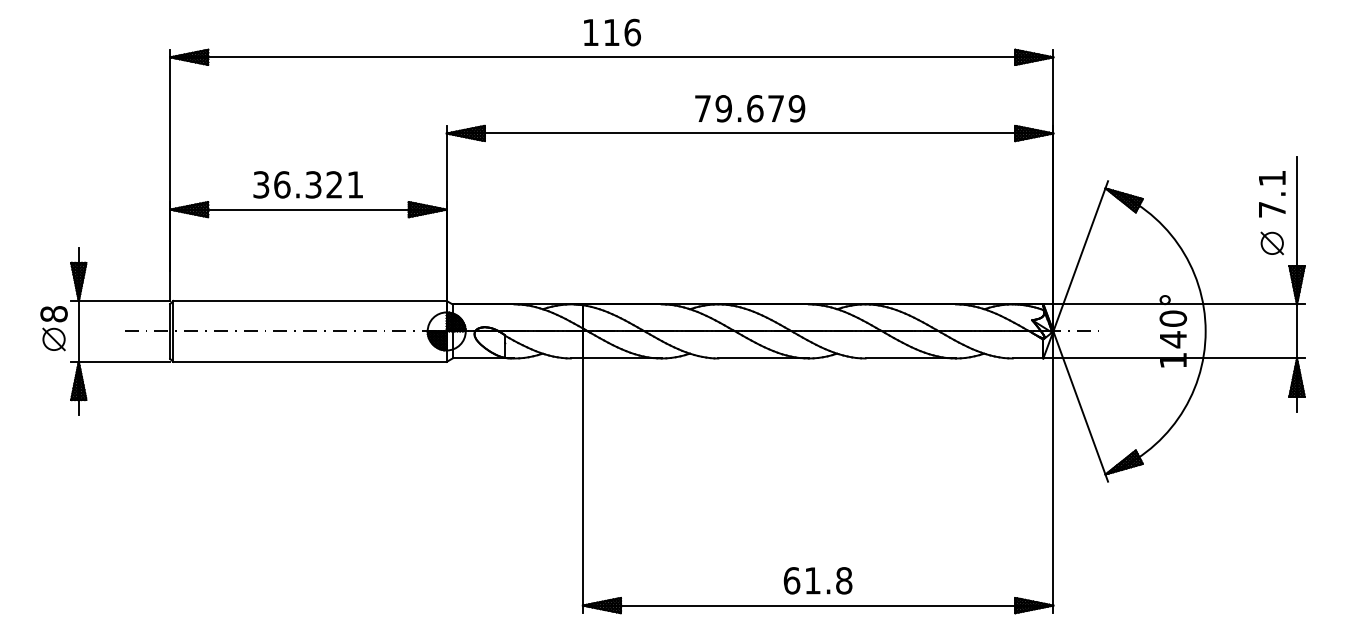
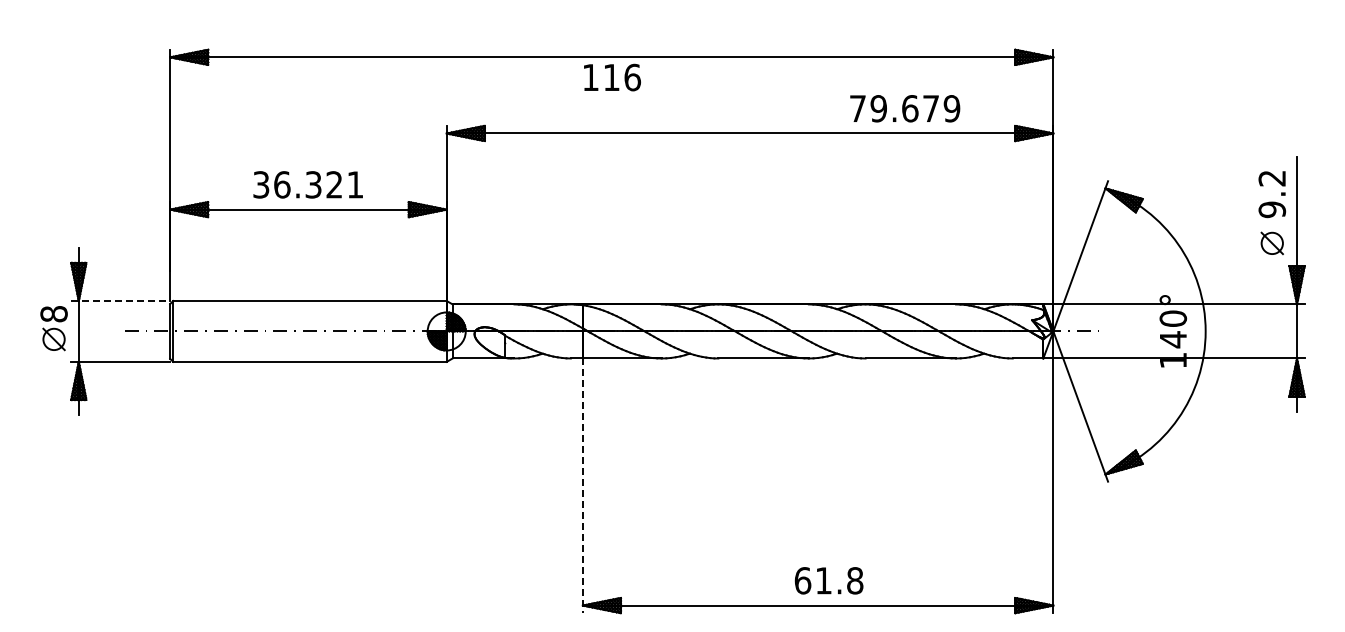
text at (612, 32) position: (612, 32) -> (612, 77)
text at (750, 108) position: (750, 108) -> (905, 108)
text at (1272, 194): 7.1 -> 9.2
line at (121, 301): solid -> dashed
line at (582, 486): solid -> dashed
text at (817, 580) position: (817, 580) -> (828, 580)
